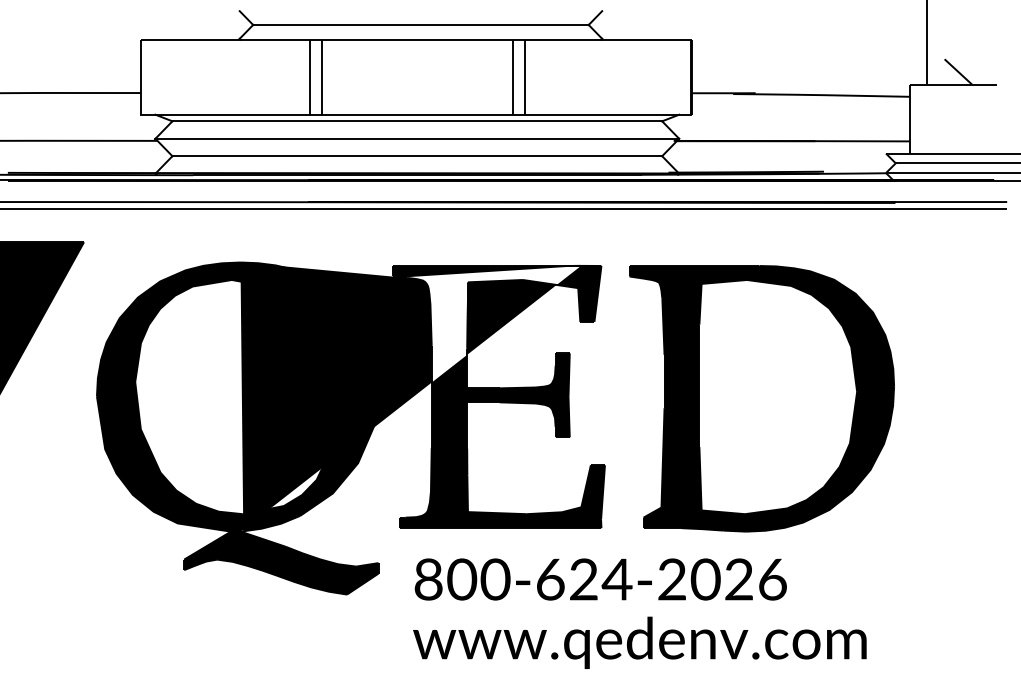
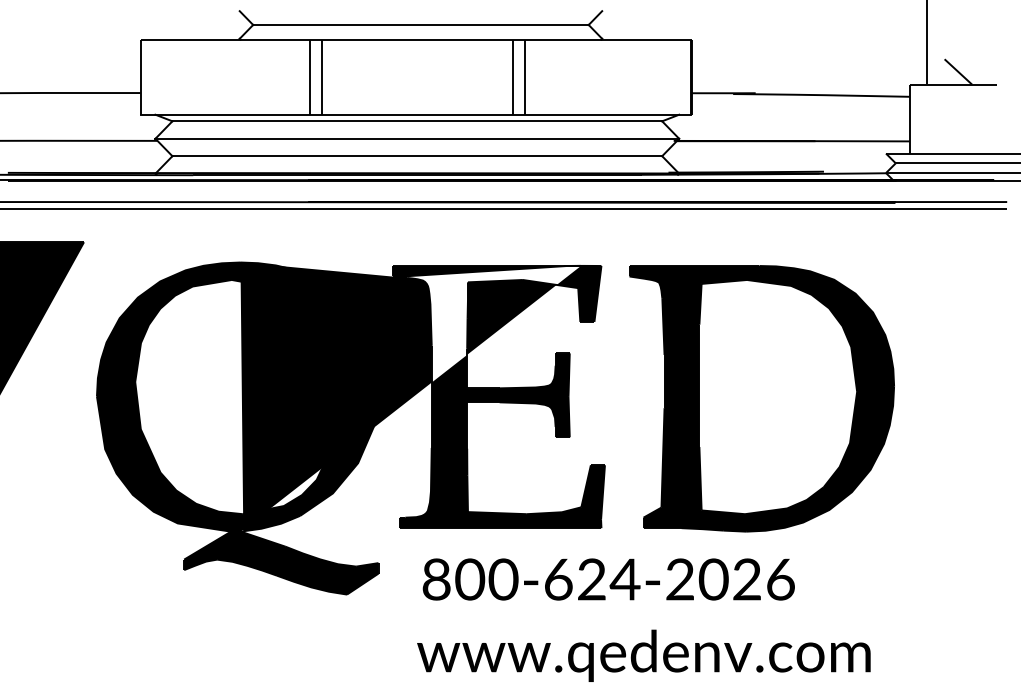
text at (600, 579) position: (600, 579) -> (608, 579)
text at (639, 642) position: (639, 642) -> (643, 655)
